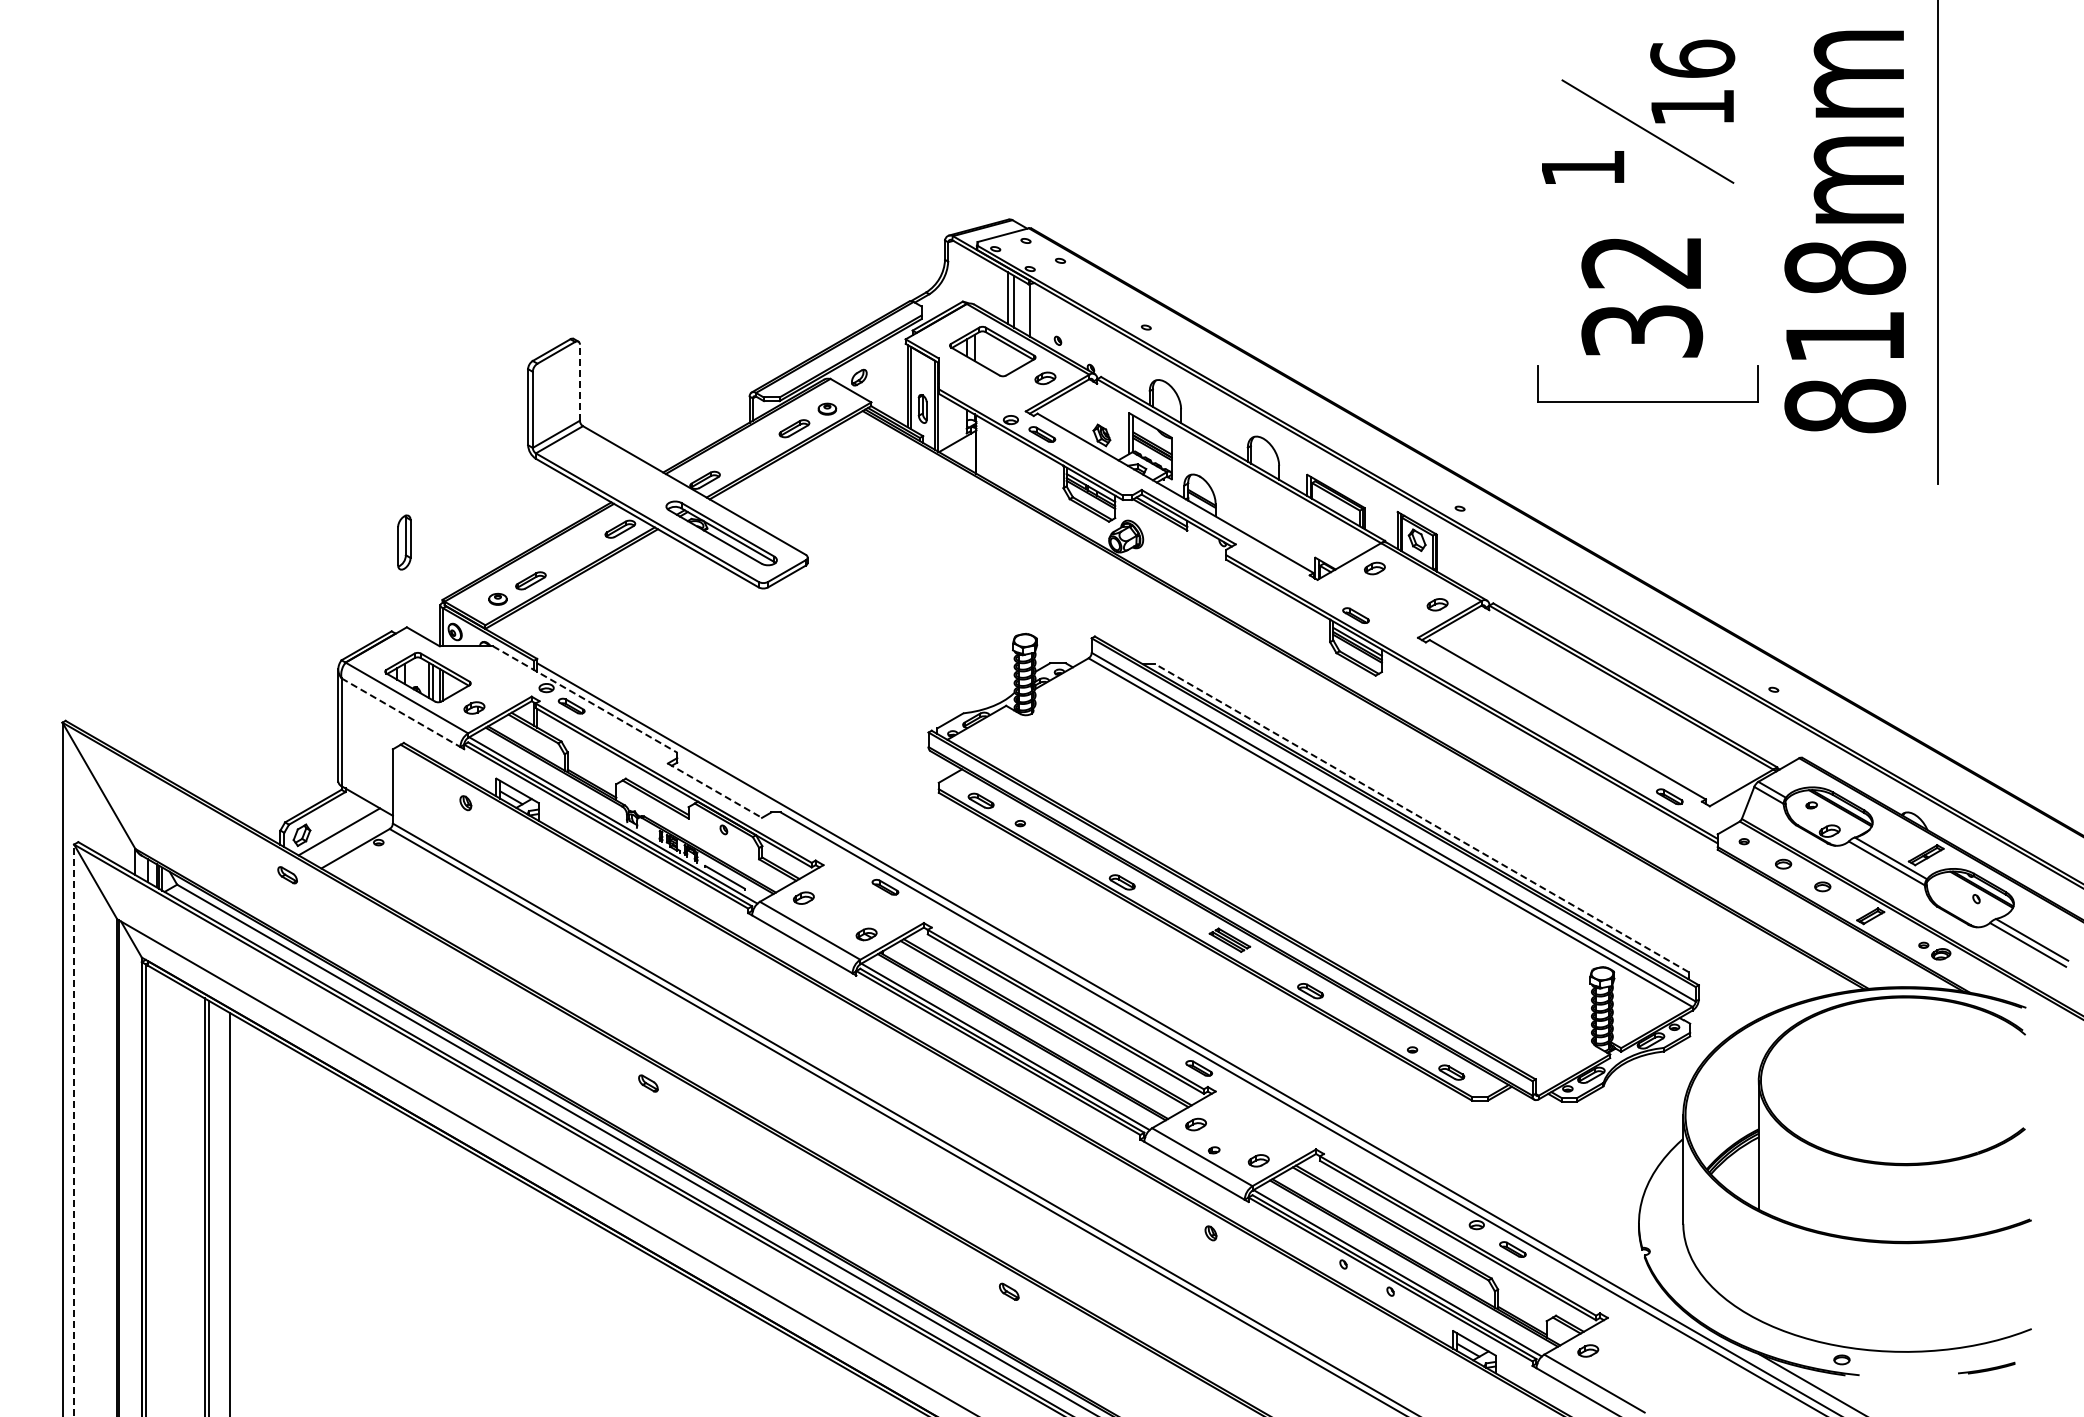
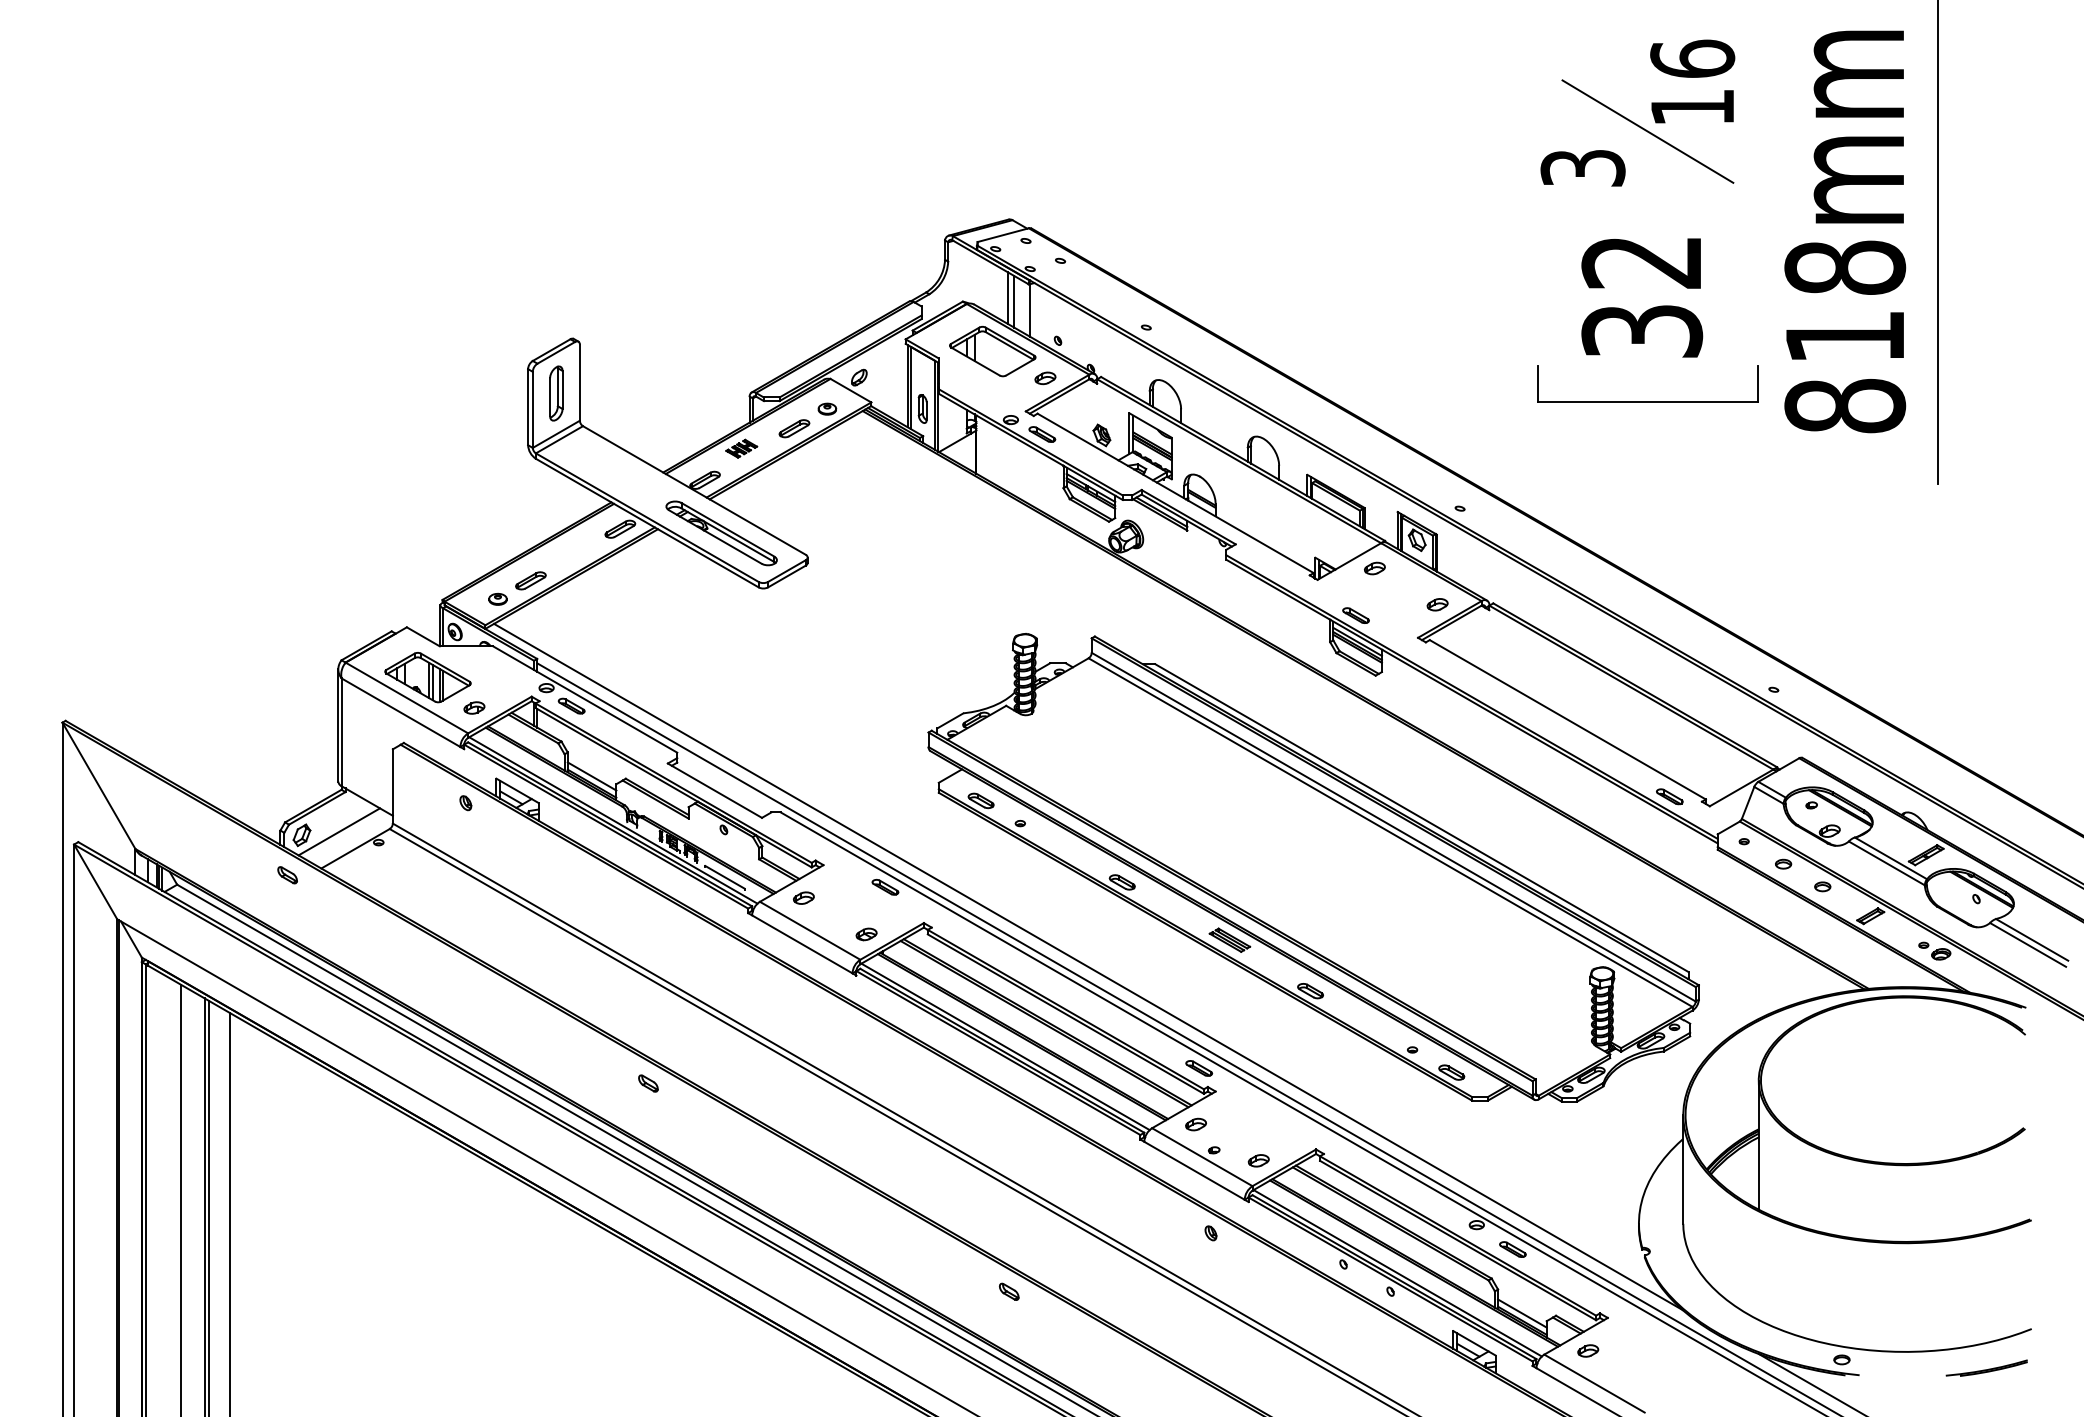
text at (1582, 168): 1 -> 3
line at (579, 382): dashed -> solid
part at (741, 448): none -> present
part at (404, 542) position: (404, 542) -> (556, 393)
line at (585, 699): dashed -> solid
line at (400, 712): dashed -> solid
line at (591, 776): none -> present
line at (715, 790): dashed -> solid
line at (1421, 818): dashed -> solid
line at (1088, 966): none -> present
line at (74, 1130): dashed -> solid
line at (181, 1198): none -> present
line at (1522, 1313): none -> present
part at (1986, 1367) size: 58x14 px -> 83x18 px
